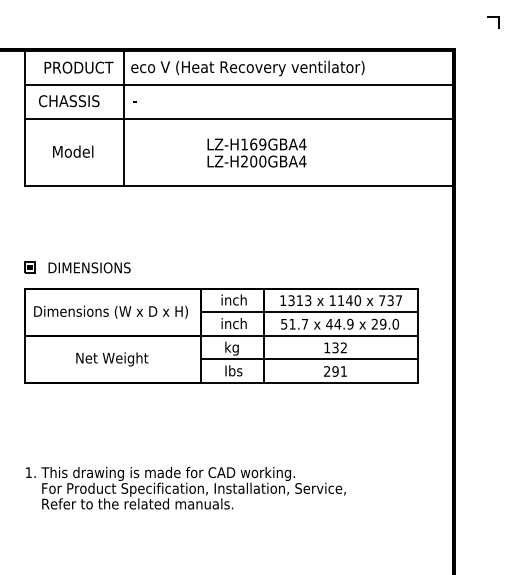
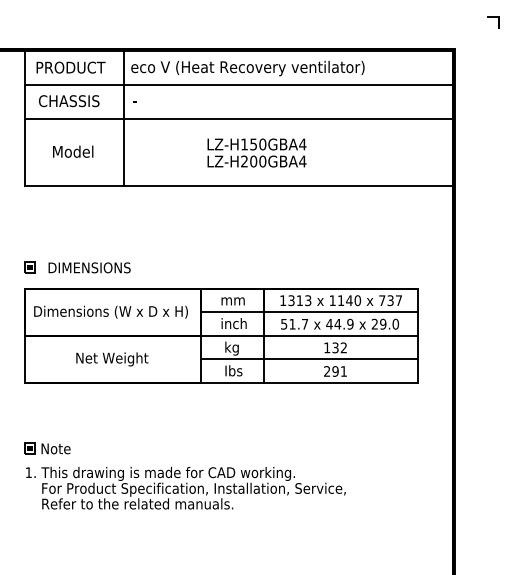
text at (78, 67) position: (78, 67) -> (70, 67)
text at (258, 144): LZ-H169GBA4 -> LZ-H150GBA4
text at (233, 299): inch -> mm
part at (47, 448): none -> present
